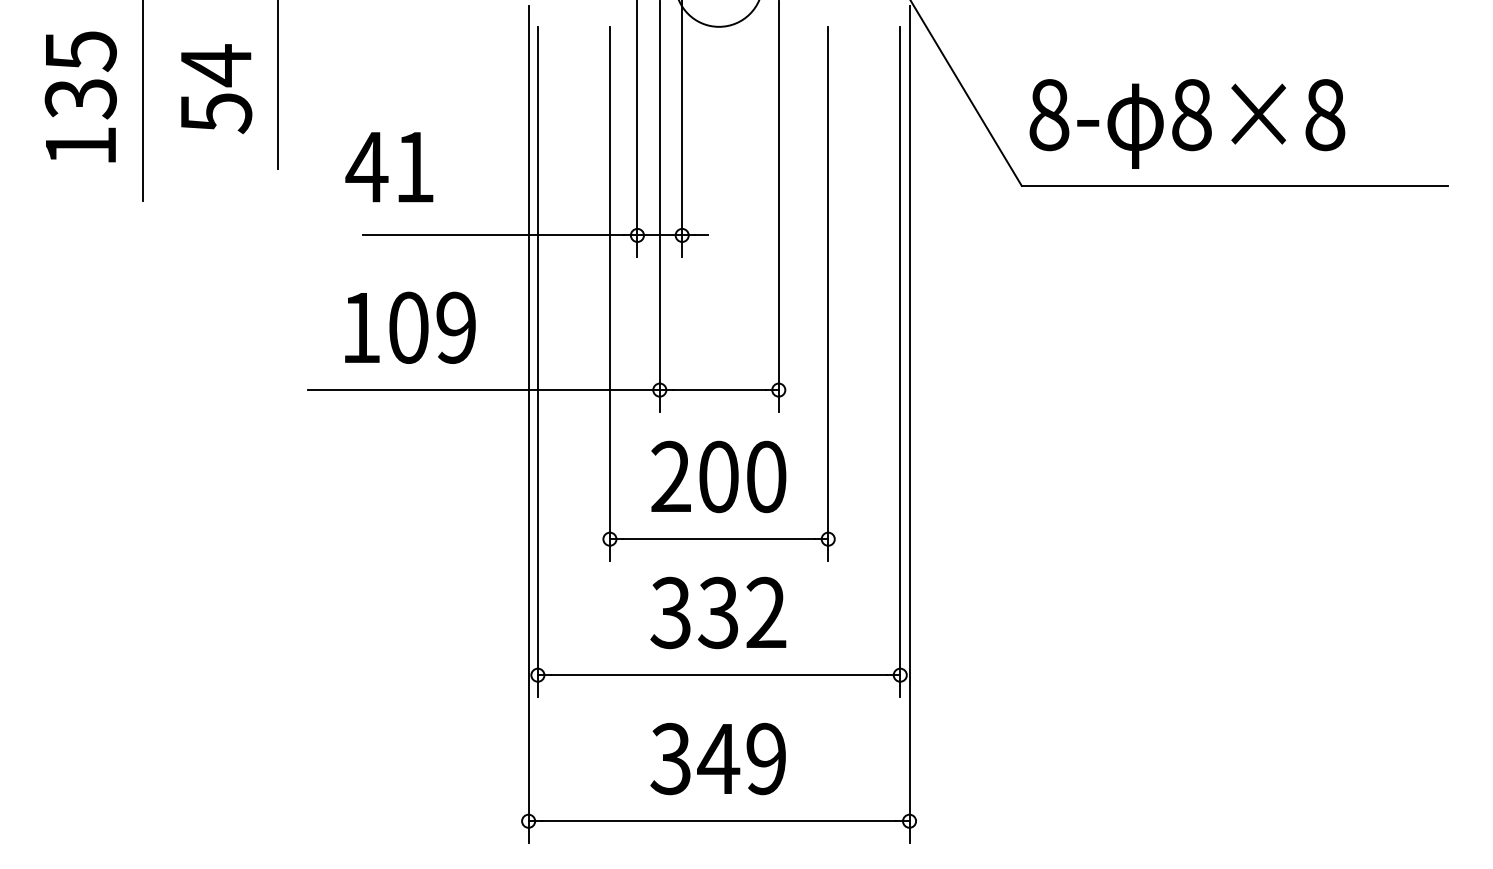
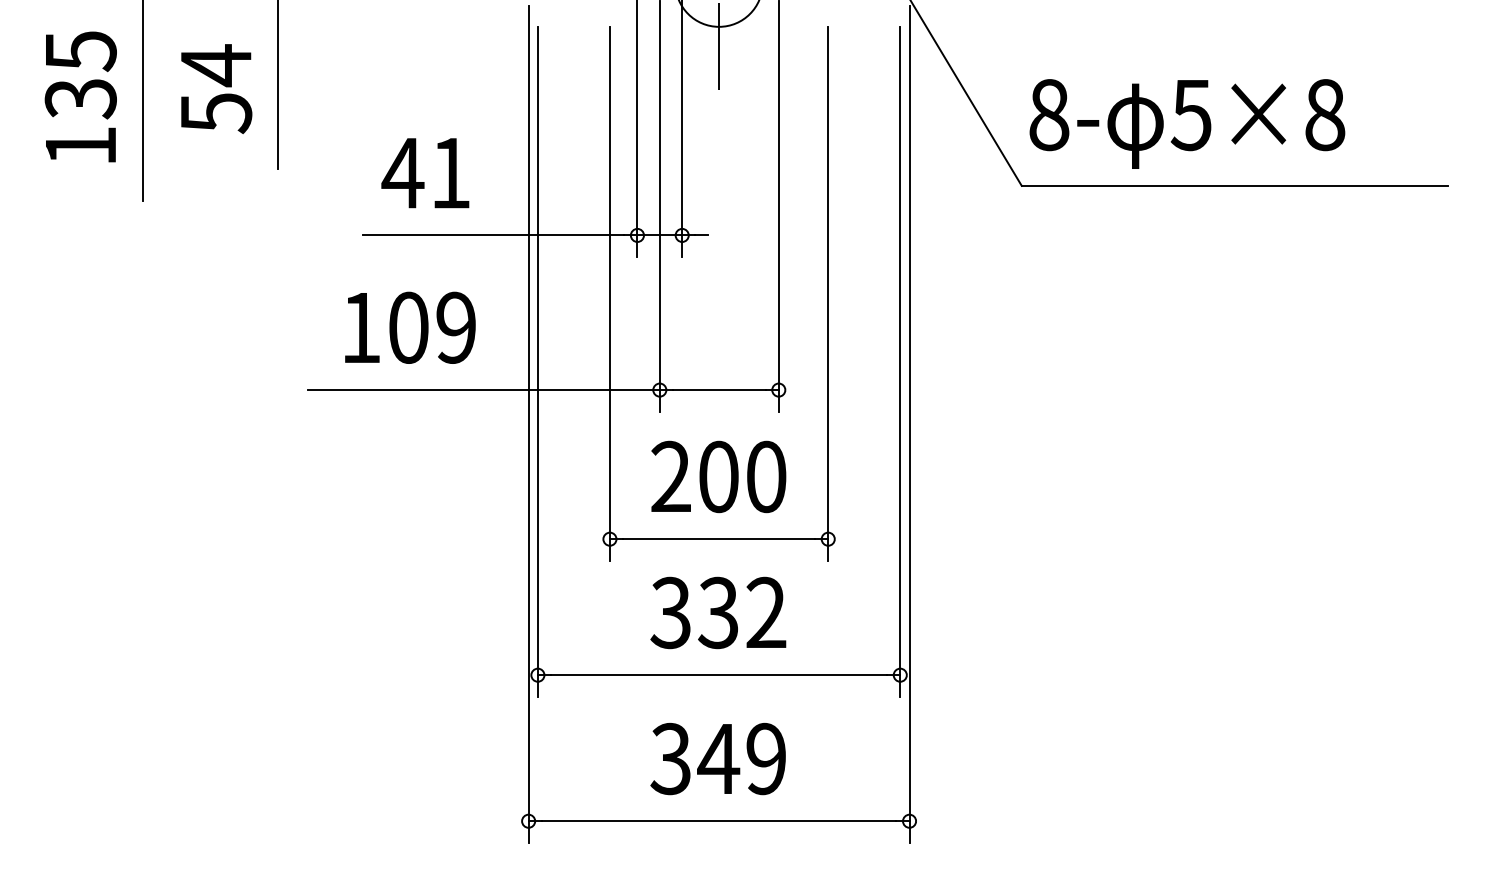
line at (719, 45): none -> present
text at (1190, 115): 8×8 -> 5×8
text at (389, 167) position: (389, 167) -> (425, 173)
